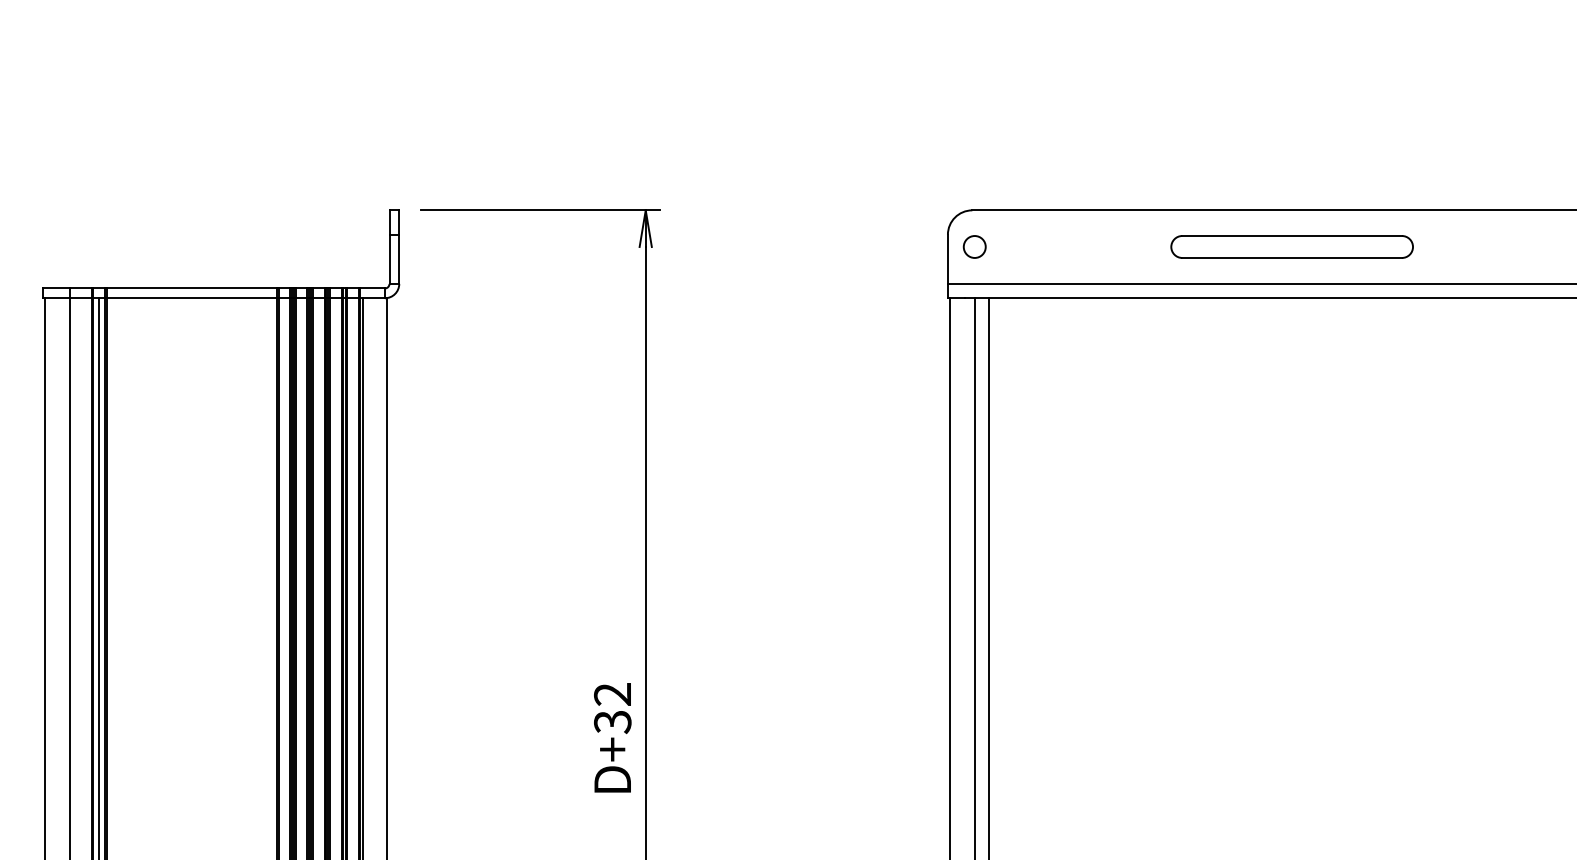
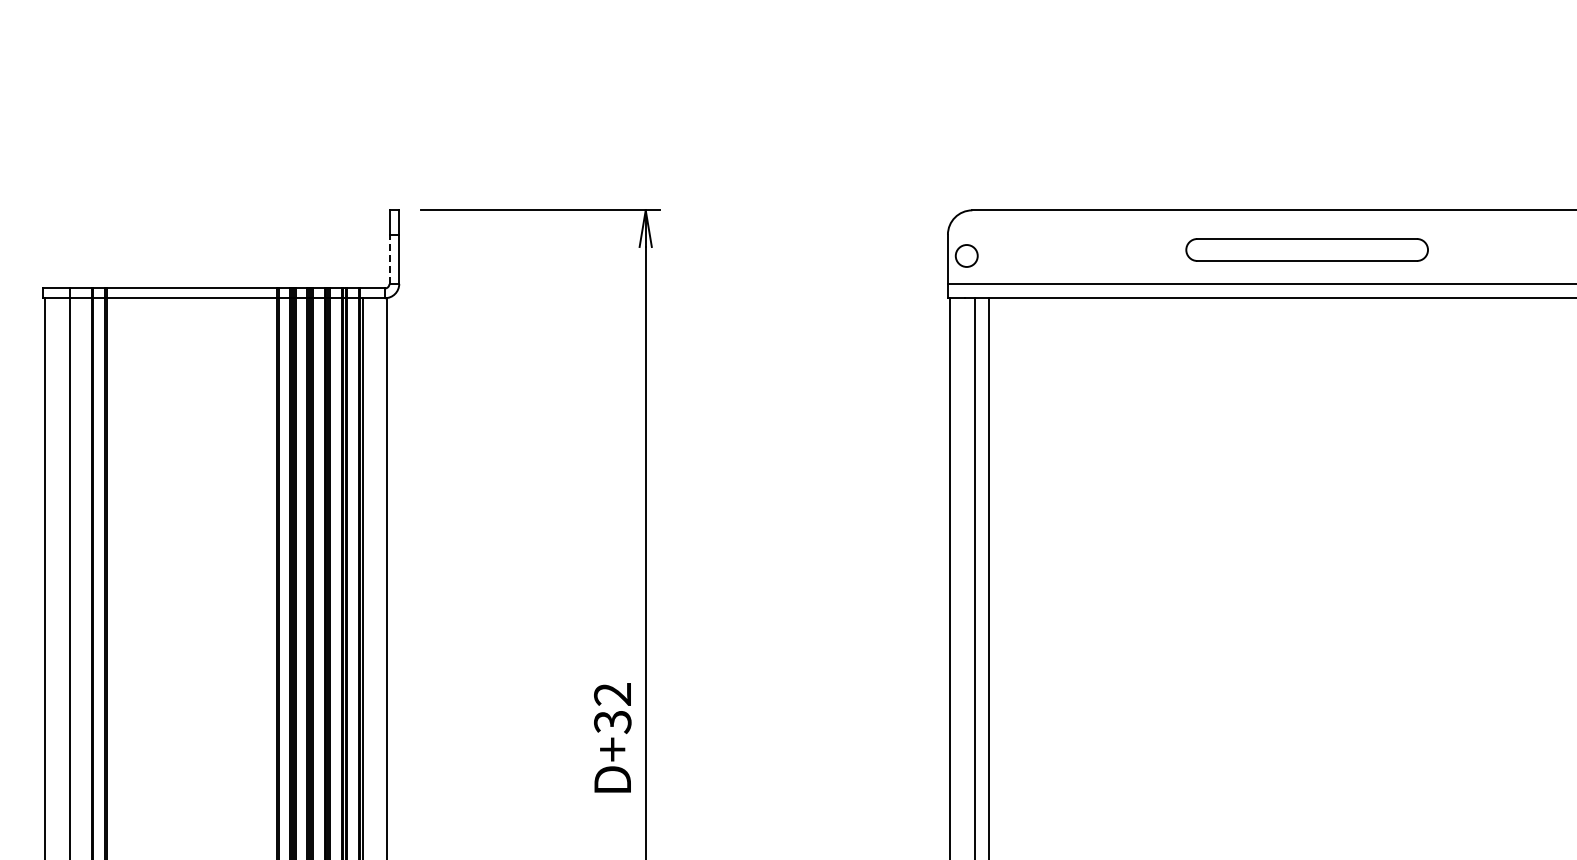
circle at (974, 246) position: (974, 246) -> (966, 255)
part at (1291, 246) position: (1291, 246) -> (1306, 249)
line at (389, 259): solid -> dashed
line at (99, 577): present -> none
